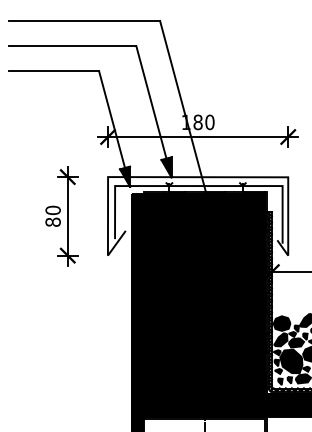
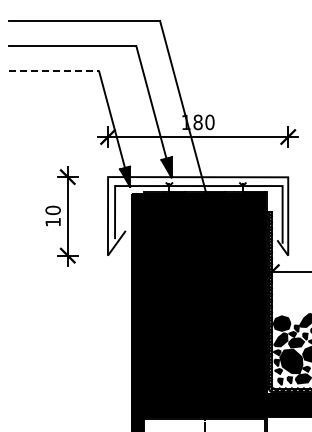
line at (54, 71): solid -> dashed
text at (52, 221): 80 -> 10
